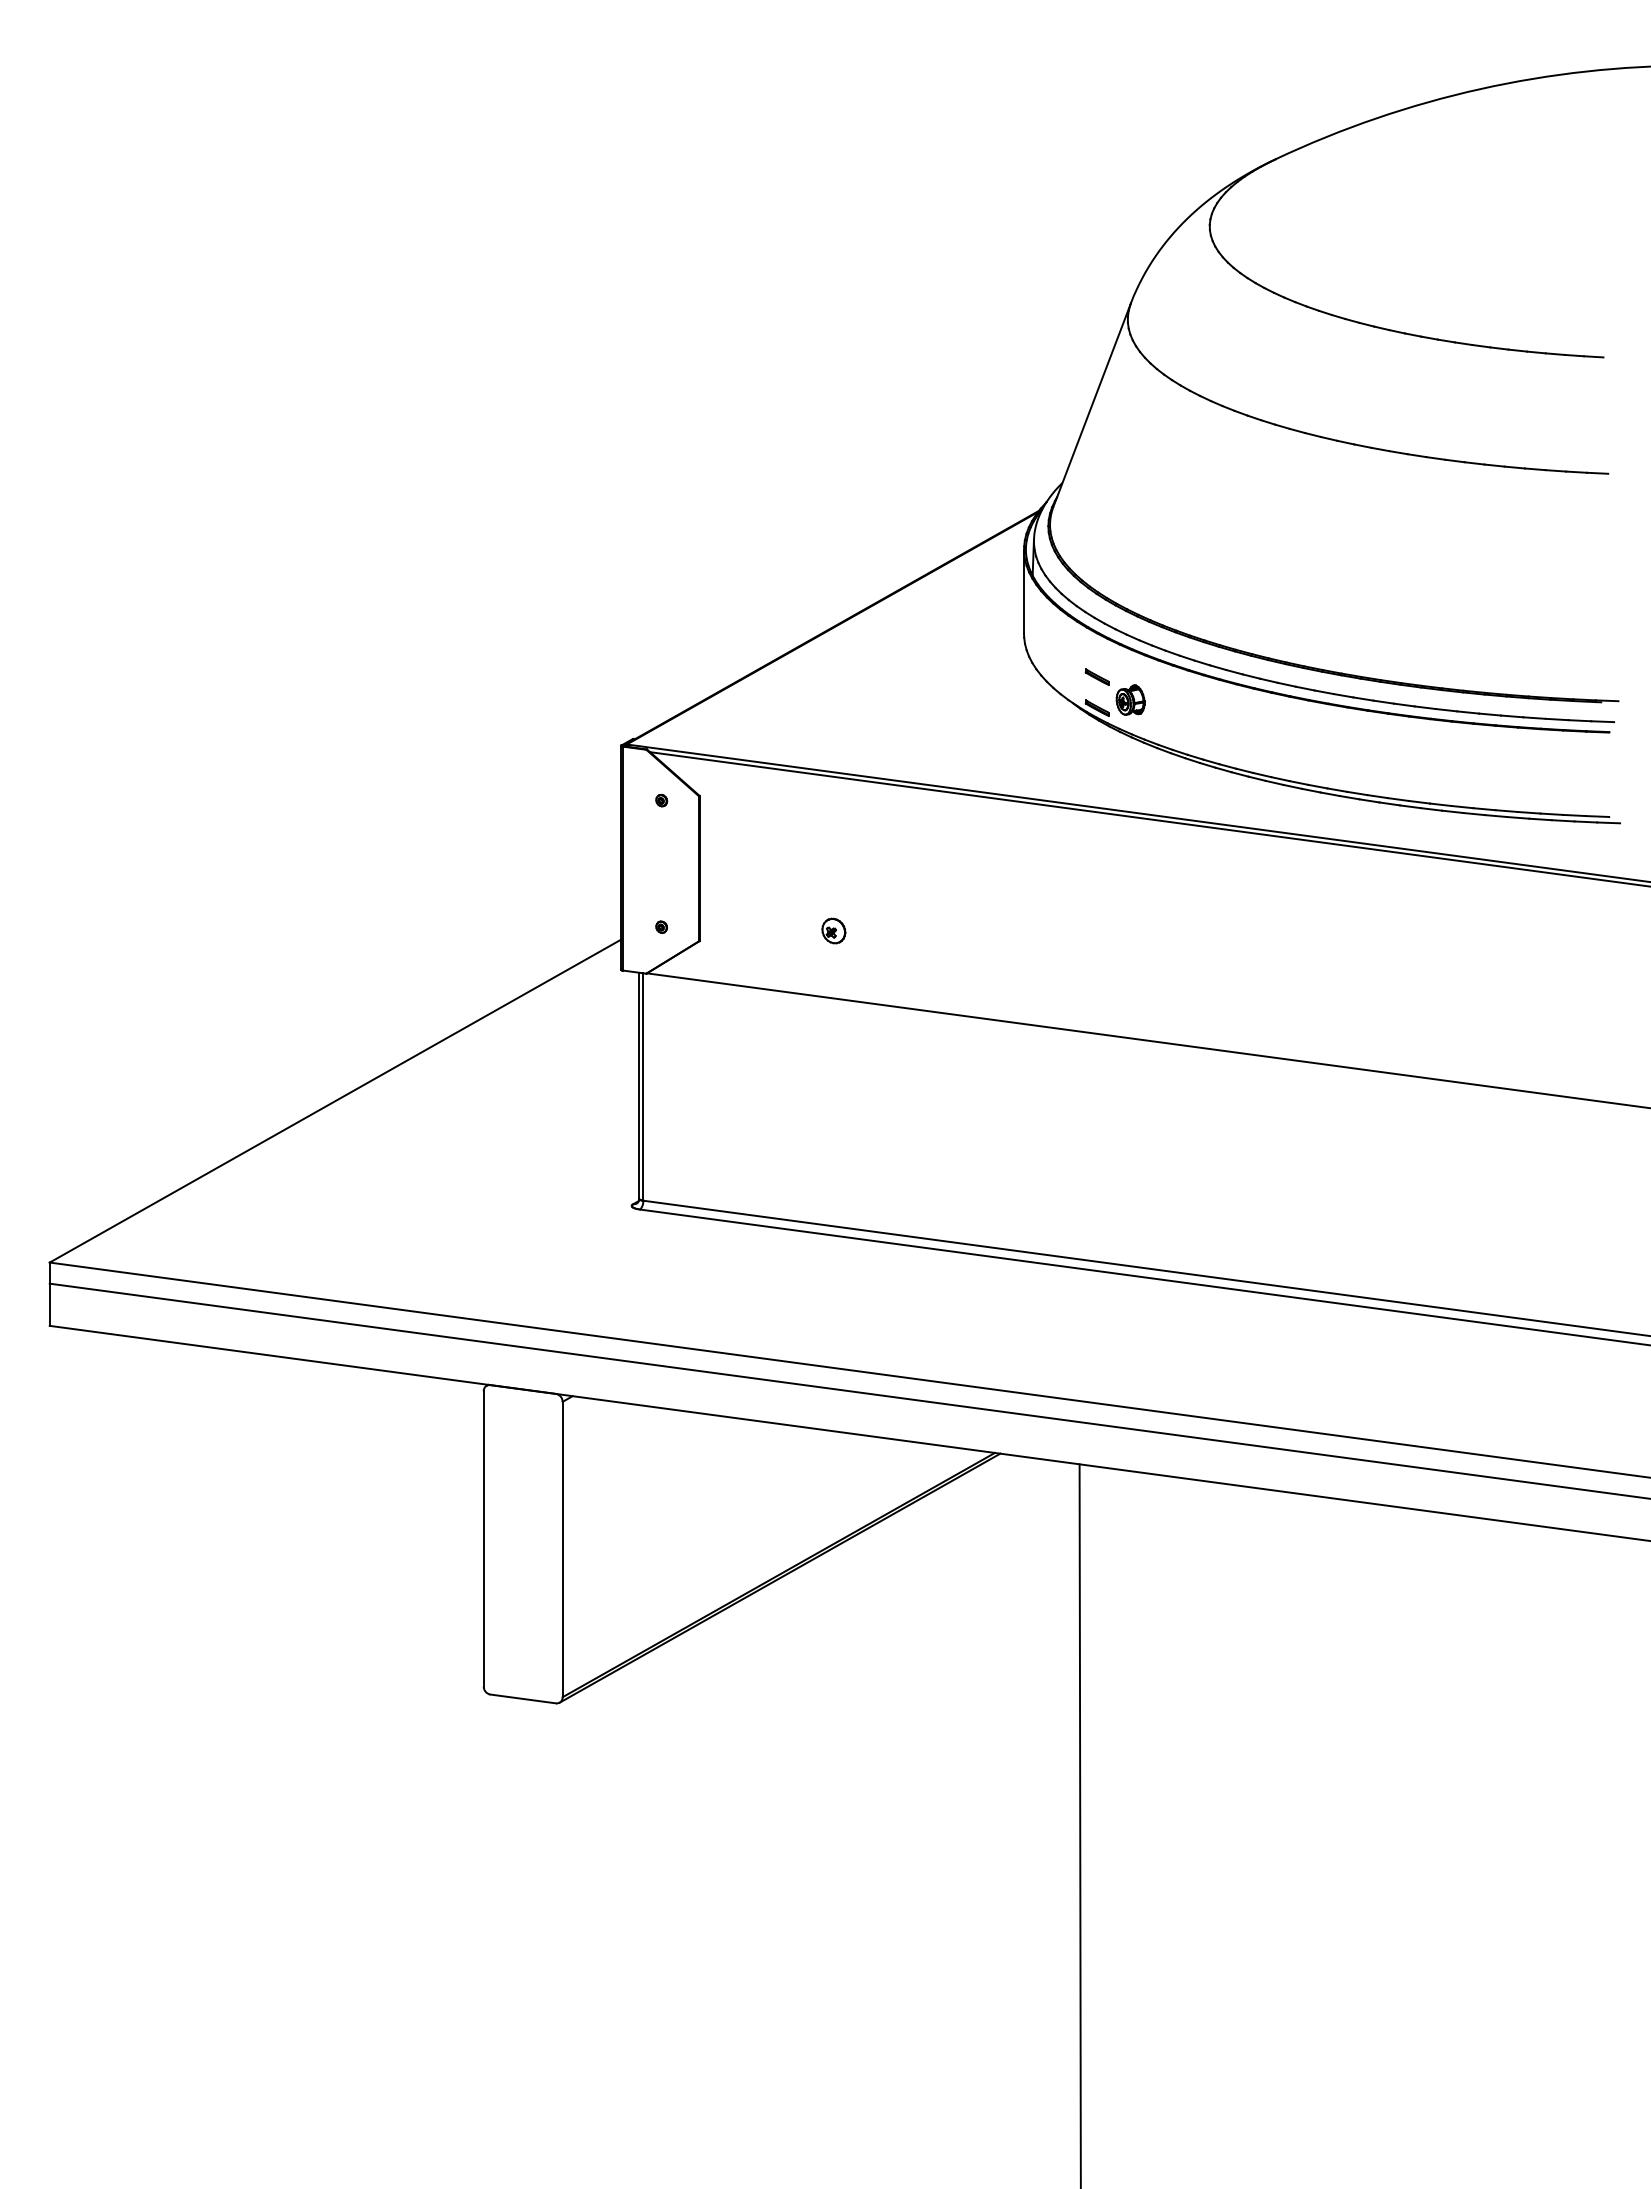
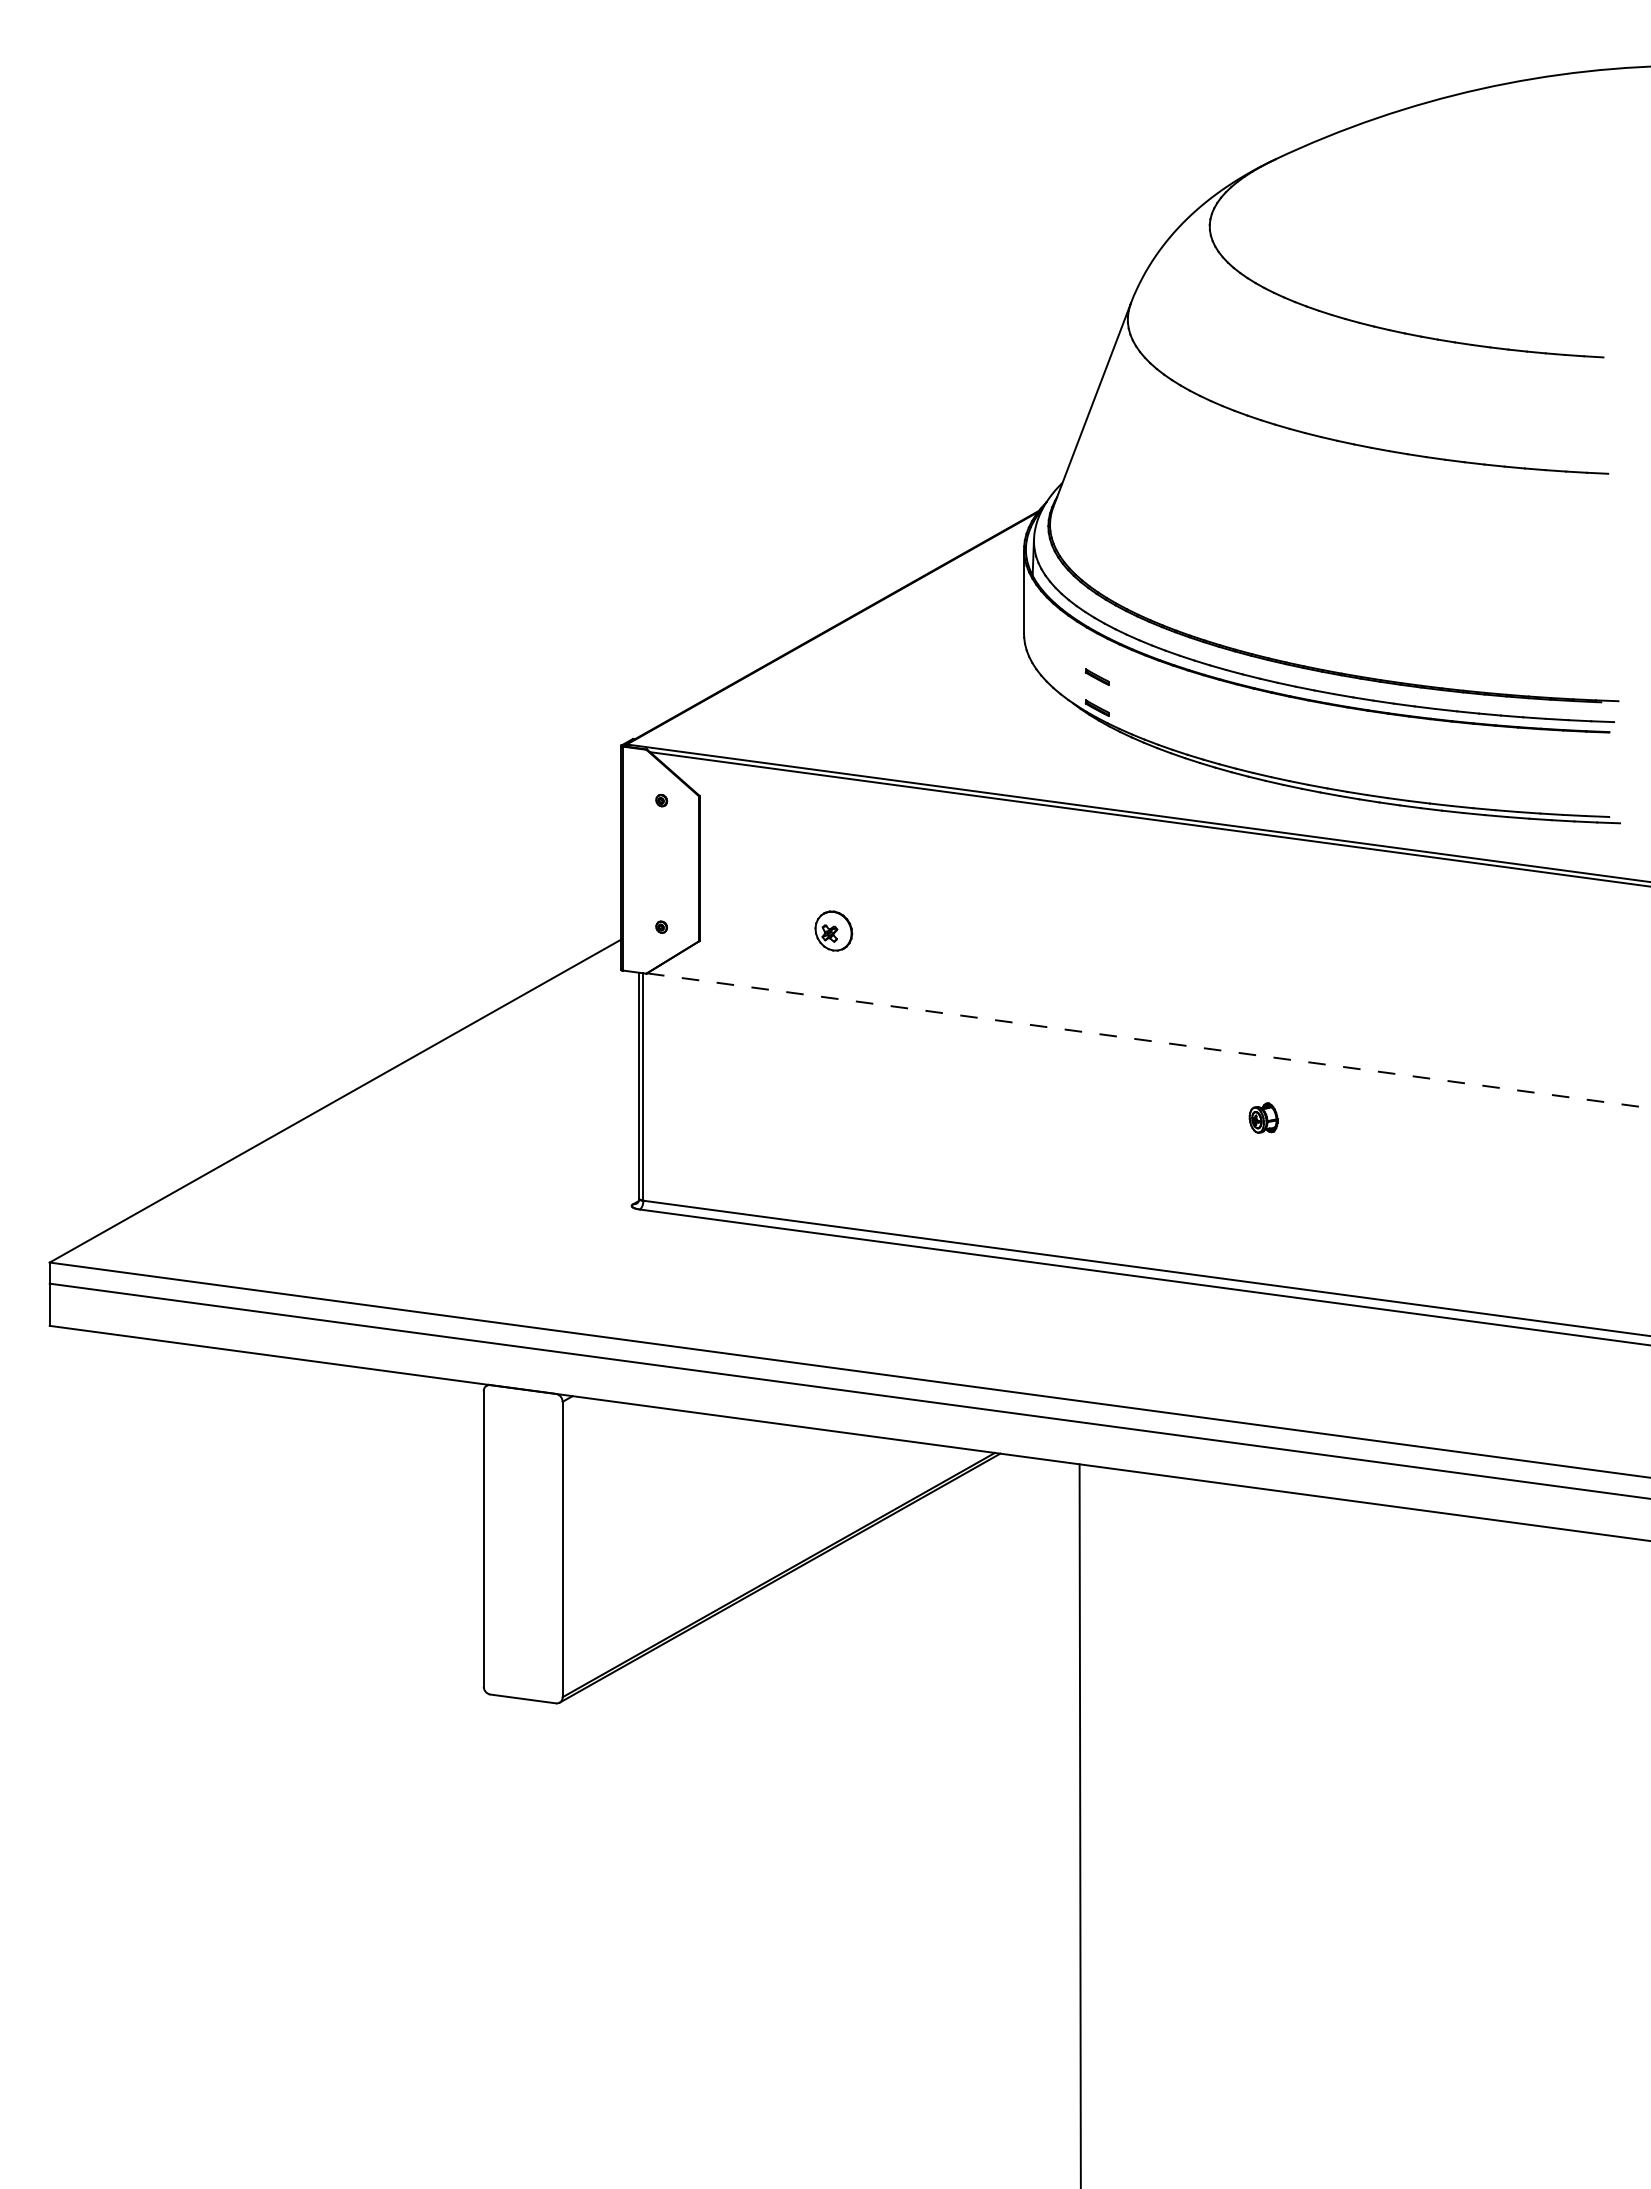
part at (1130, 699) position: (1130, 699) -> (1263, 1117)
part at (833, 930) size: 26x28 px -> 40x42 px
line at (1149, 1040): solid -> dashed
